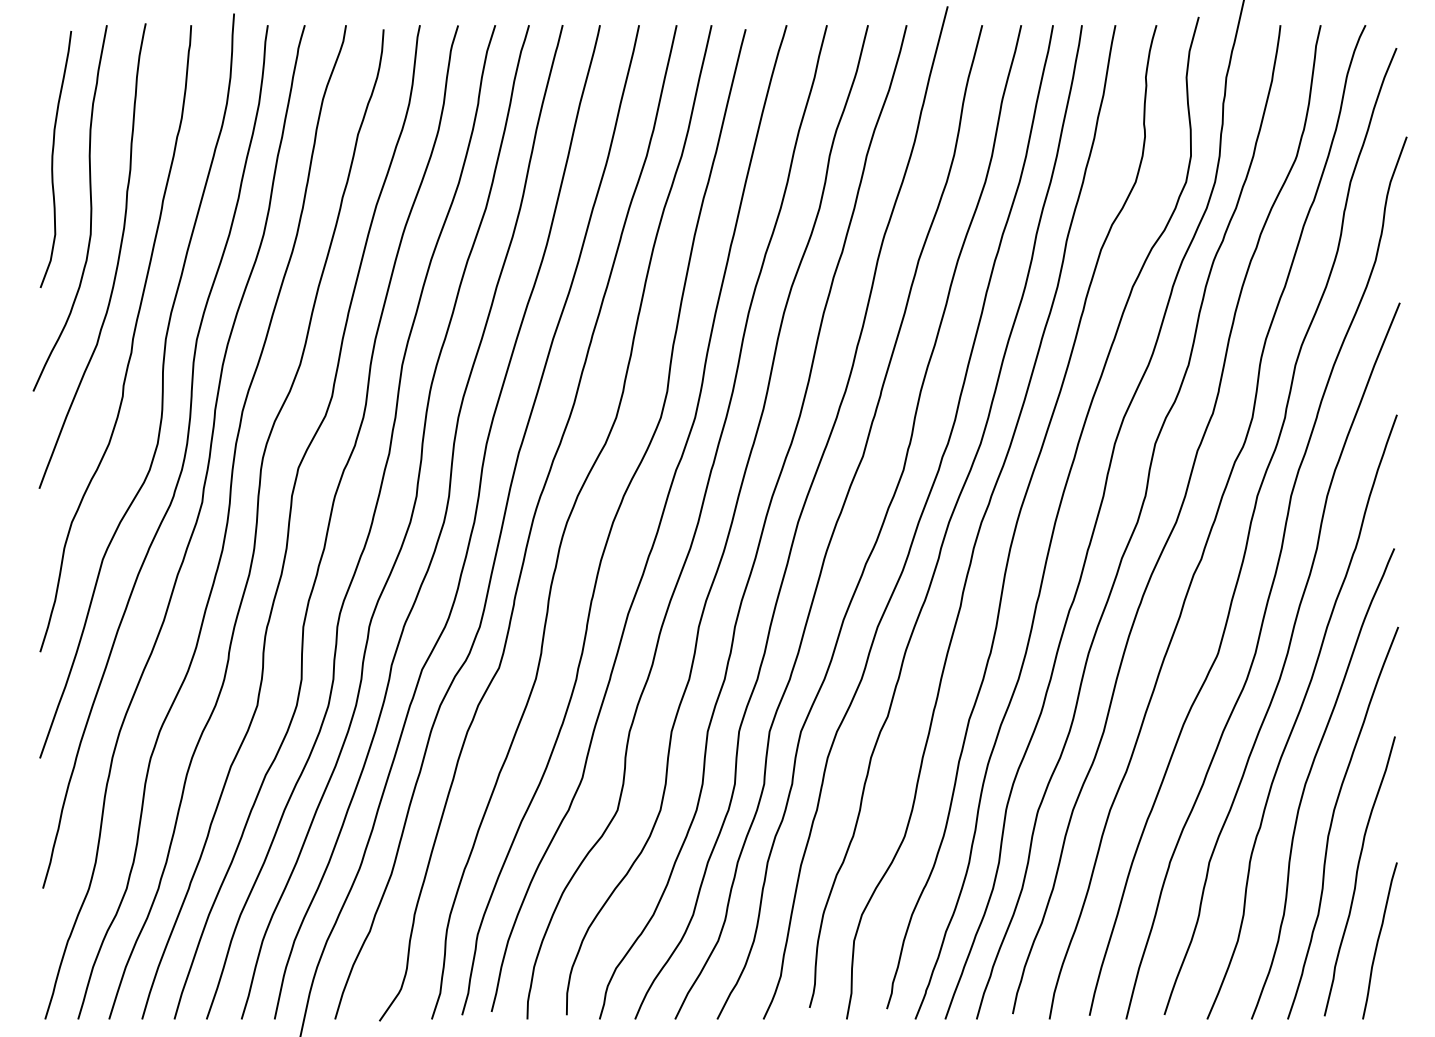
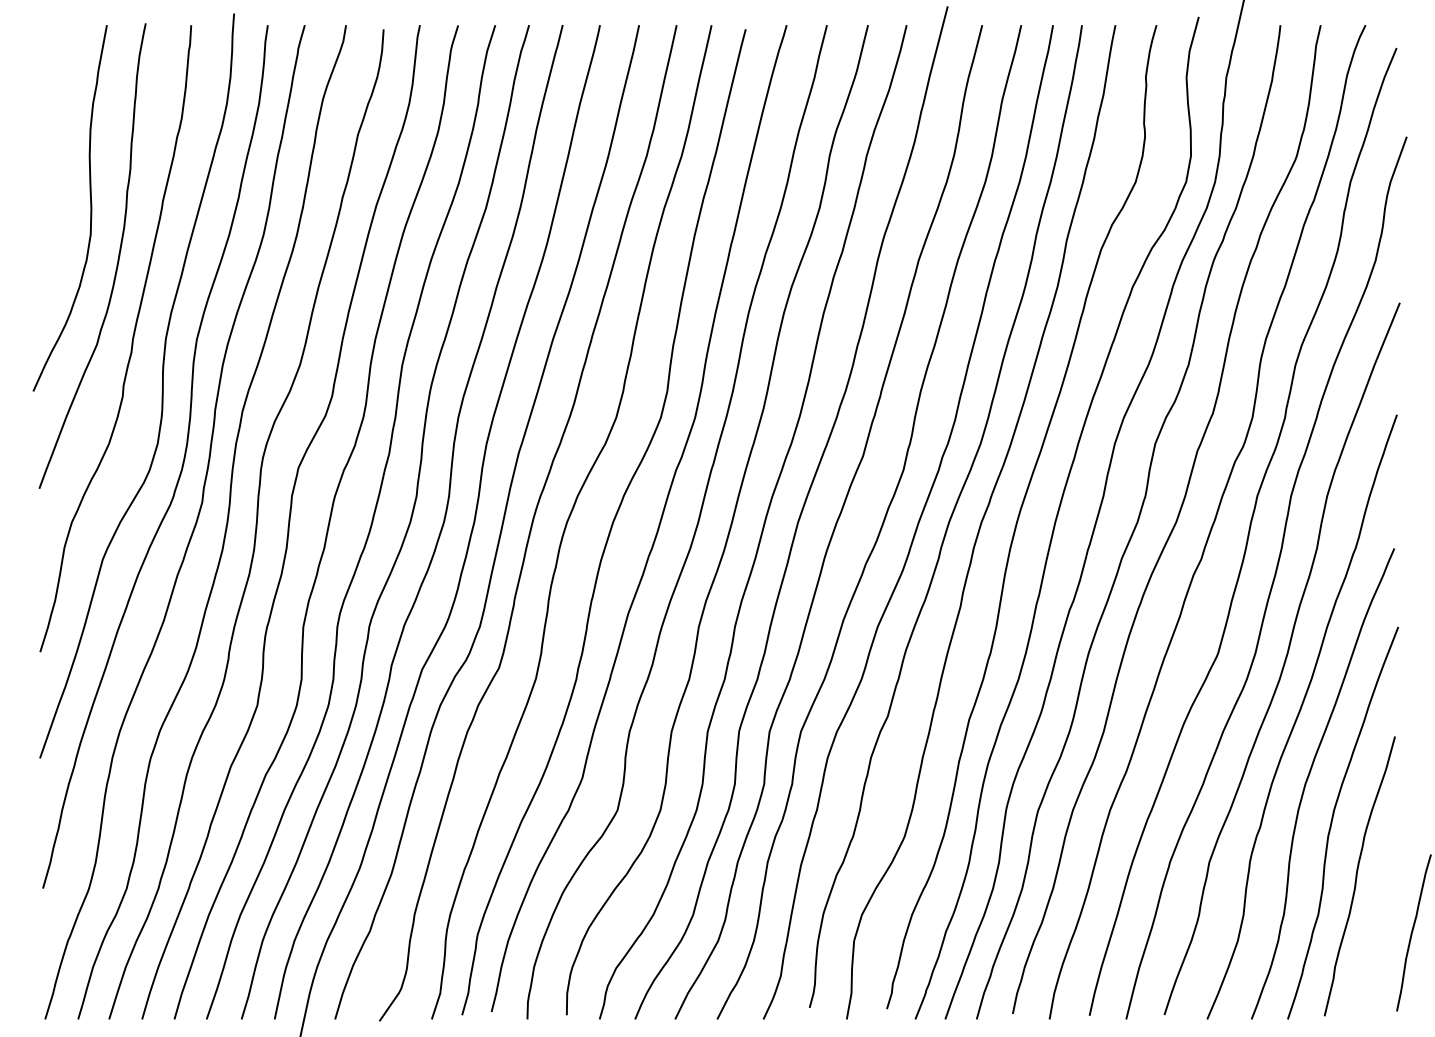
curve at (53, 159): present -> none
curve at (1379, 939) position: (1379, 939) -> (1413, 931)
